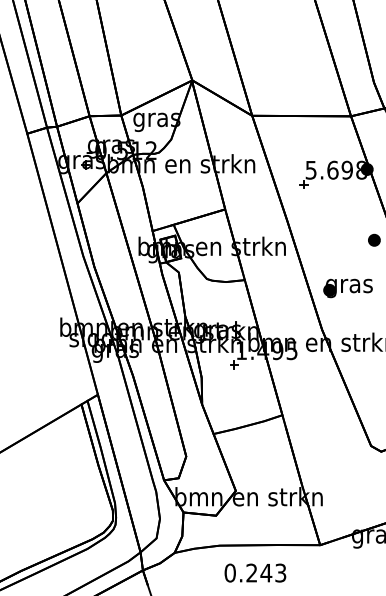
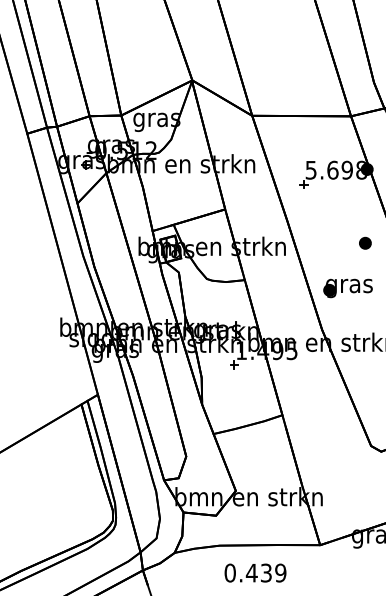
part at (374, 239) position: (374, 239) -> (365, 242)
text at (265, 572): 0.243 -> 0.439
